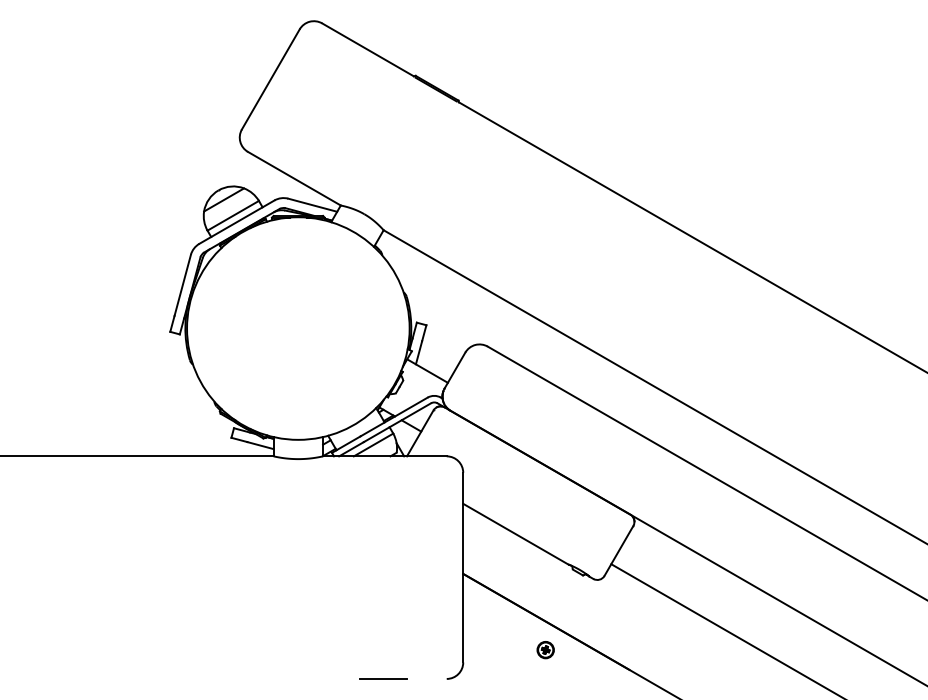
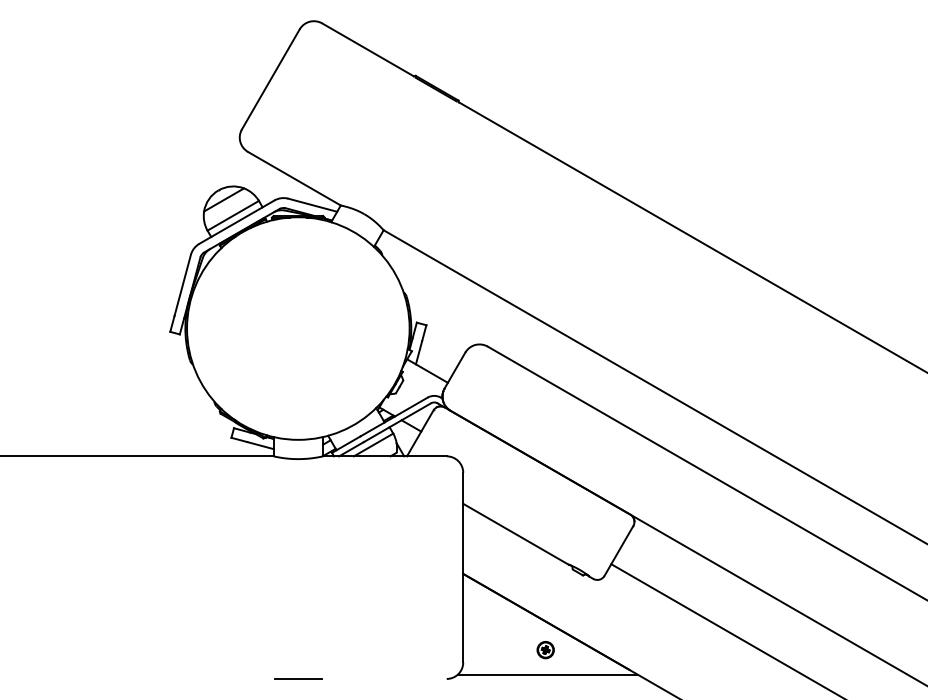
line at (547, 674): none -> present
line at (383, 678) position: (383, 678) -> (298, 678)
